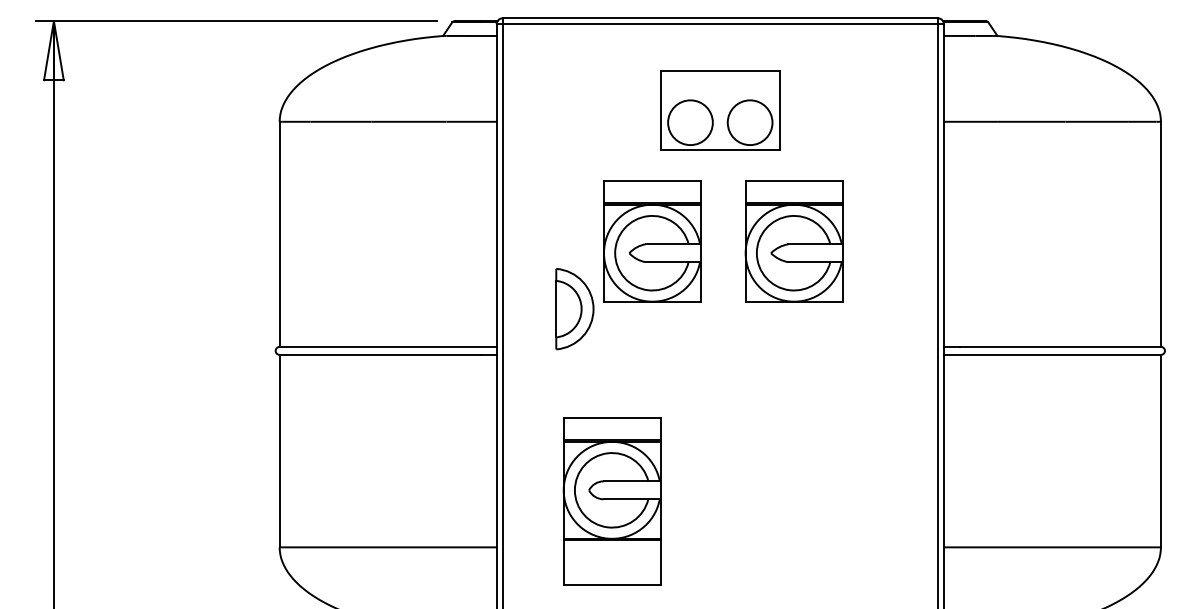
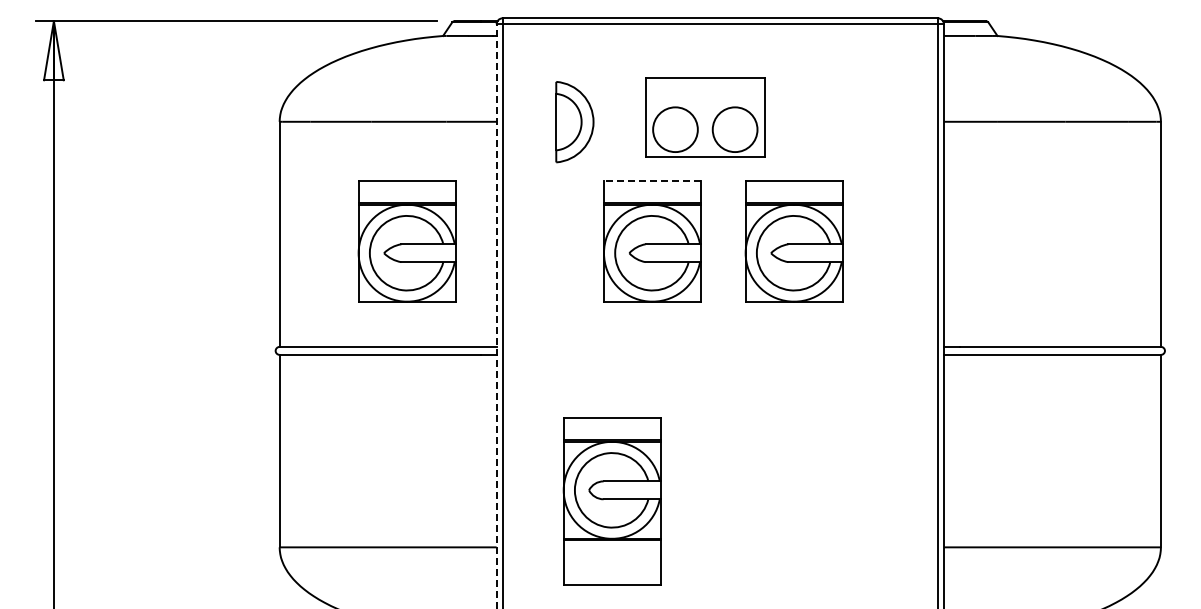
part at (720, 110) position: (720, 110) -> (705, 117)
line at (651, 180): solid -> dashed
part at (406, 241): none -> present
part at (574, 309) position: (574, 309) -> (574, 122)
line at (496, 316): solid -> dashed
